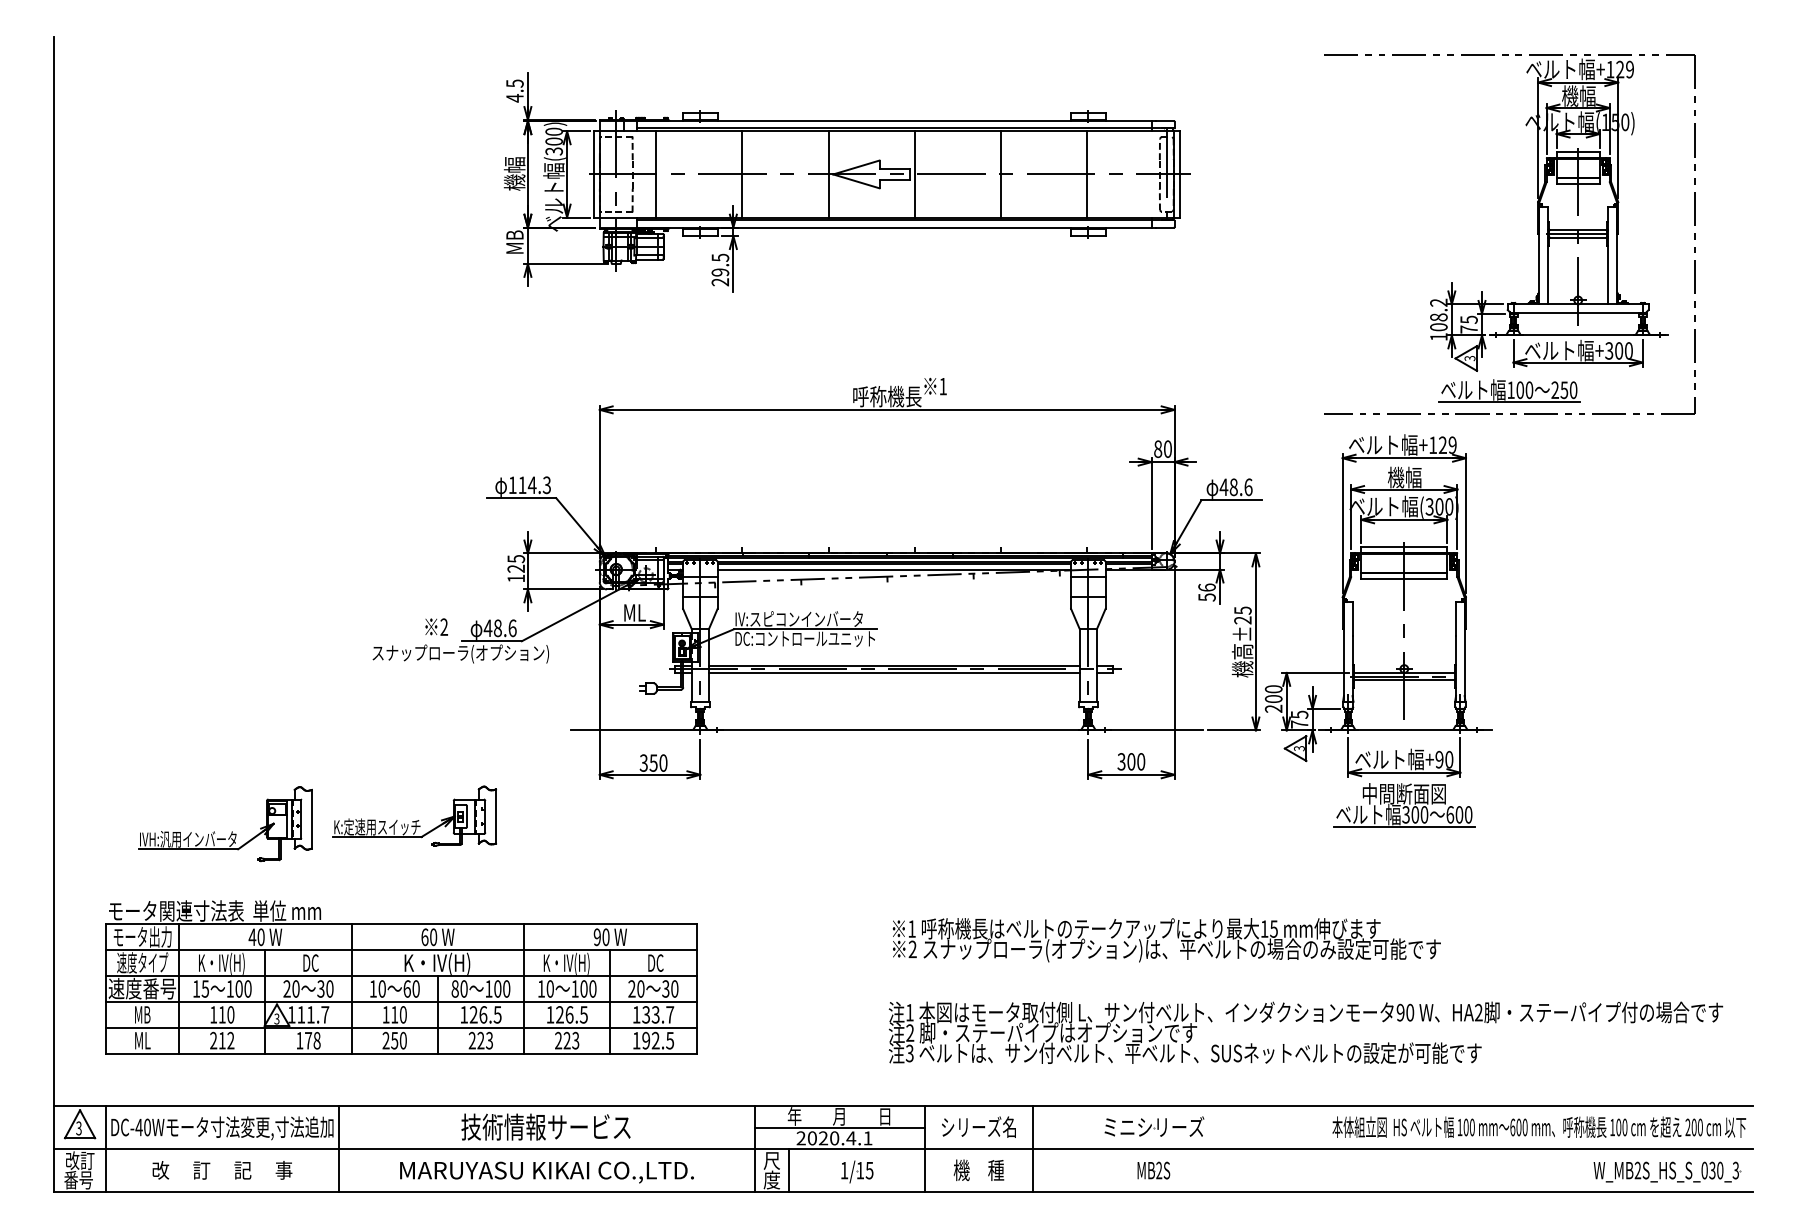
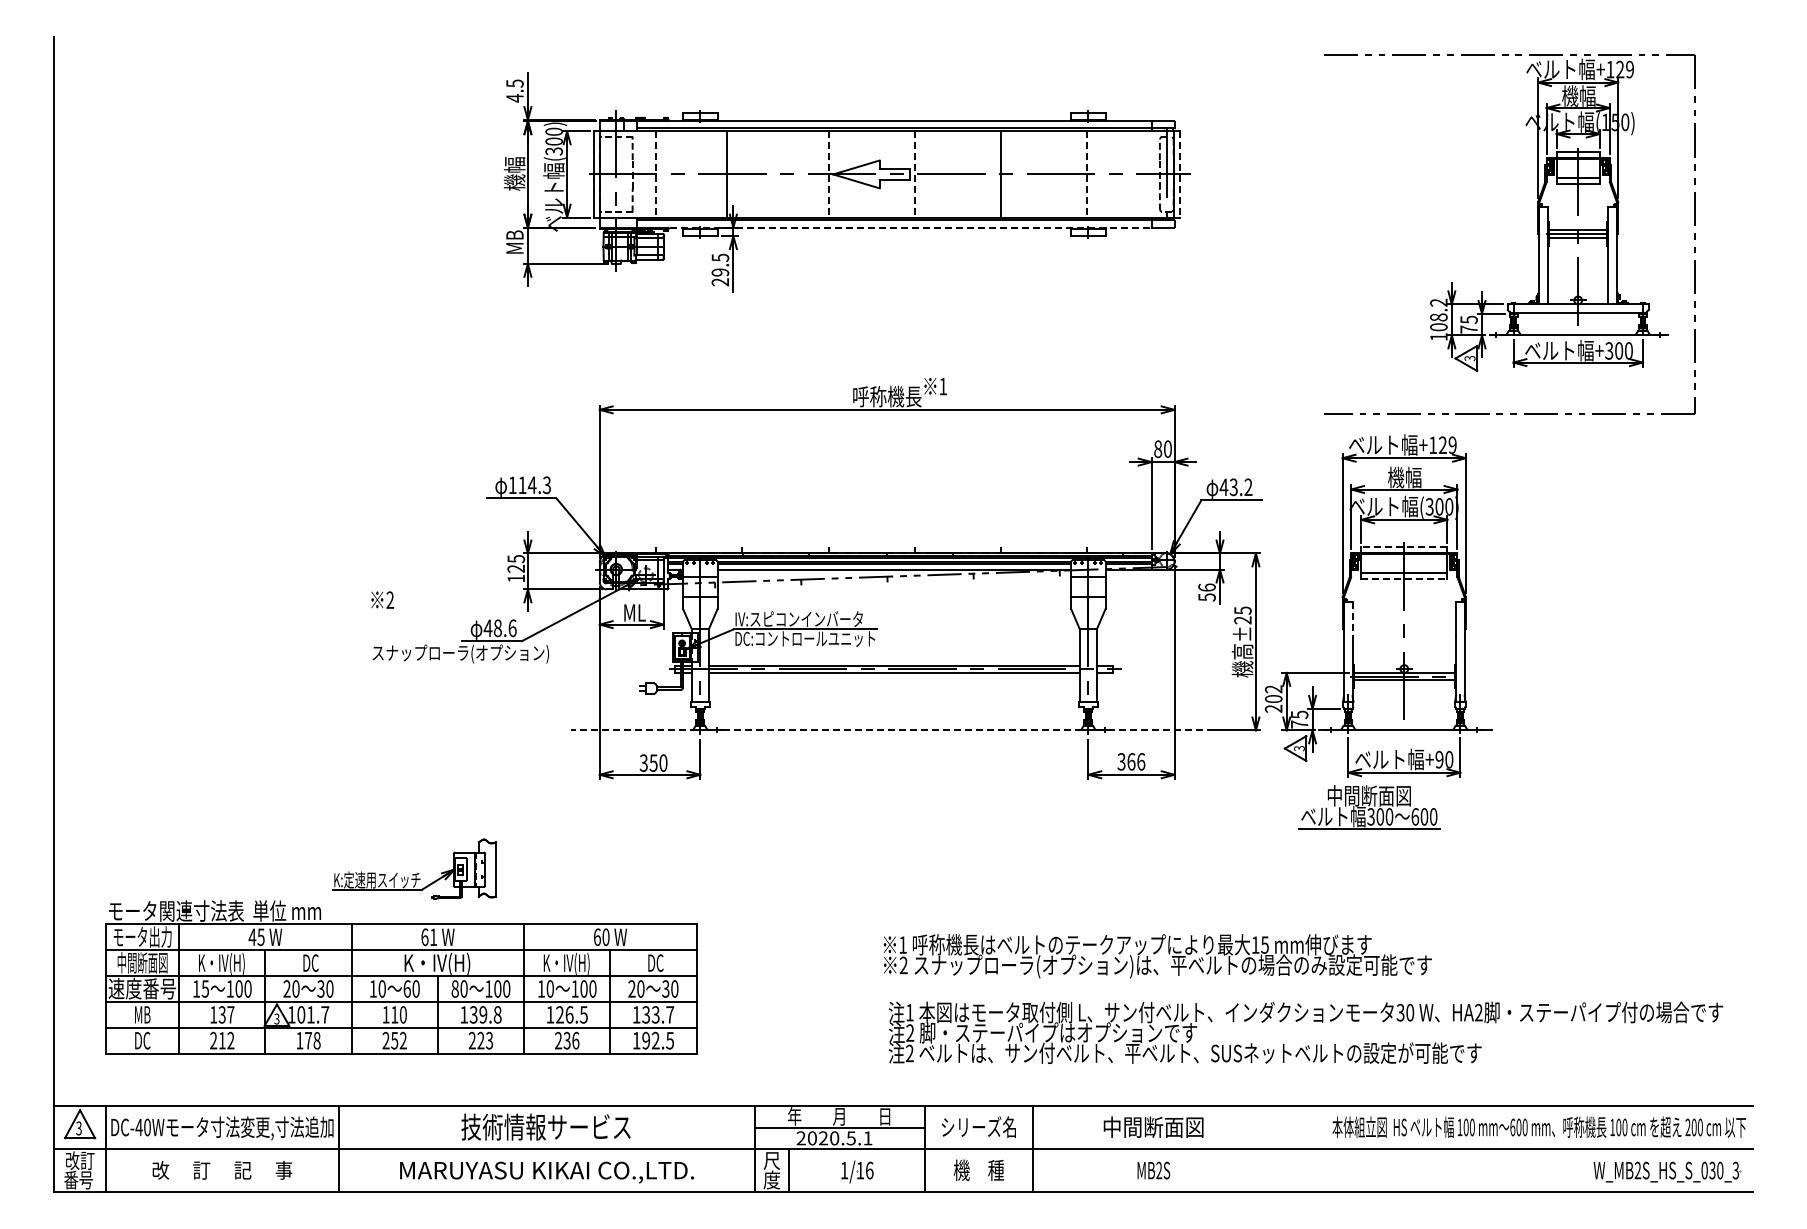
line at (656, 174): solid -> dashed
line at (742, 174) position: (742, 174) -> (727, 174)
line at (828, 174): solid -> dashed
line at (914, 174): solid -> dashed
line at (1087, 174): solid -> dashed
line at (1180, 174): solid -> dashed
line at (894, 227): solid -> dashed
part at (1509, 390): present -> none
text at (1240, 487): 48.6 -> 43.2
line at (1403, 547): solid -> dashed
line at (1404, 578): solid -> dashed
line at (1352, 619): solid -> dashed
text at (436, 626) position: (436, 626) -> (382, 599)
text at (1273, 689): 200 -> 202
line at (886, 730): solid -> dashed
text at (1136, 761): 300 -> 366
part at (1404, 805) position: (1404, 805) -> (1369, 807)
part at (414, 815) position: (414, 815) -> (414, 868)
part at (232, 831): present -> none
text at (260, 936): 40 -> 45
text at (433, 937): 60 -> 61
text at (596, 937): 90 -> 60
text at (1166, 940) position: (1166, 940) -> (1157, 956)
text at (142, 962): 速度タイプ -> 中間断面図
text at (1400, 1012): 90 -> 30
text at (226, 1014): 110 -> 137
text at (301, 1014): 111.7 -> 101.7
text at (485, 1014): 126.5 -> 139.8
text at (143, 1040): ML -> DC
text at (402, 1040): 250 -> 252
text at (571, 1040): 223 -> 236
text at (909, 1053): 3 -> 2
text at (1153, 1126): ミニシリーズ -> 中間断面図
text at (851, 1138): 2020.4.1 -> 2020.5.1
text at (869, 1170): 1/15 -> 1/16
